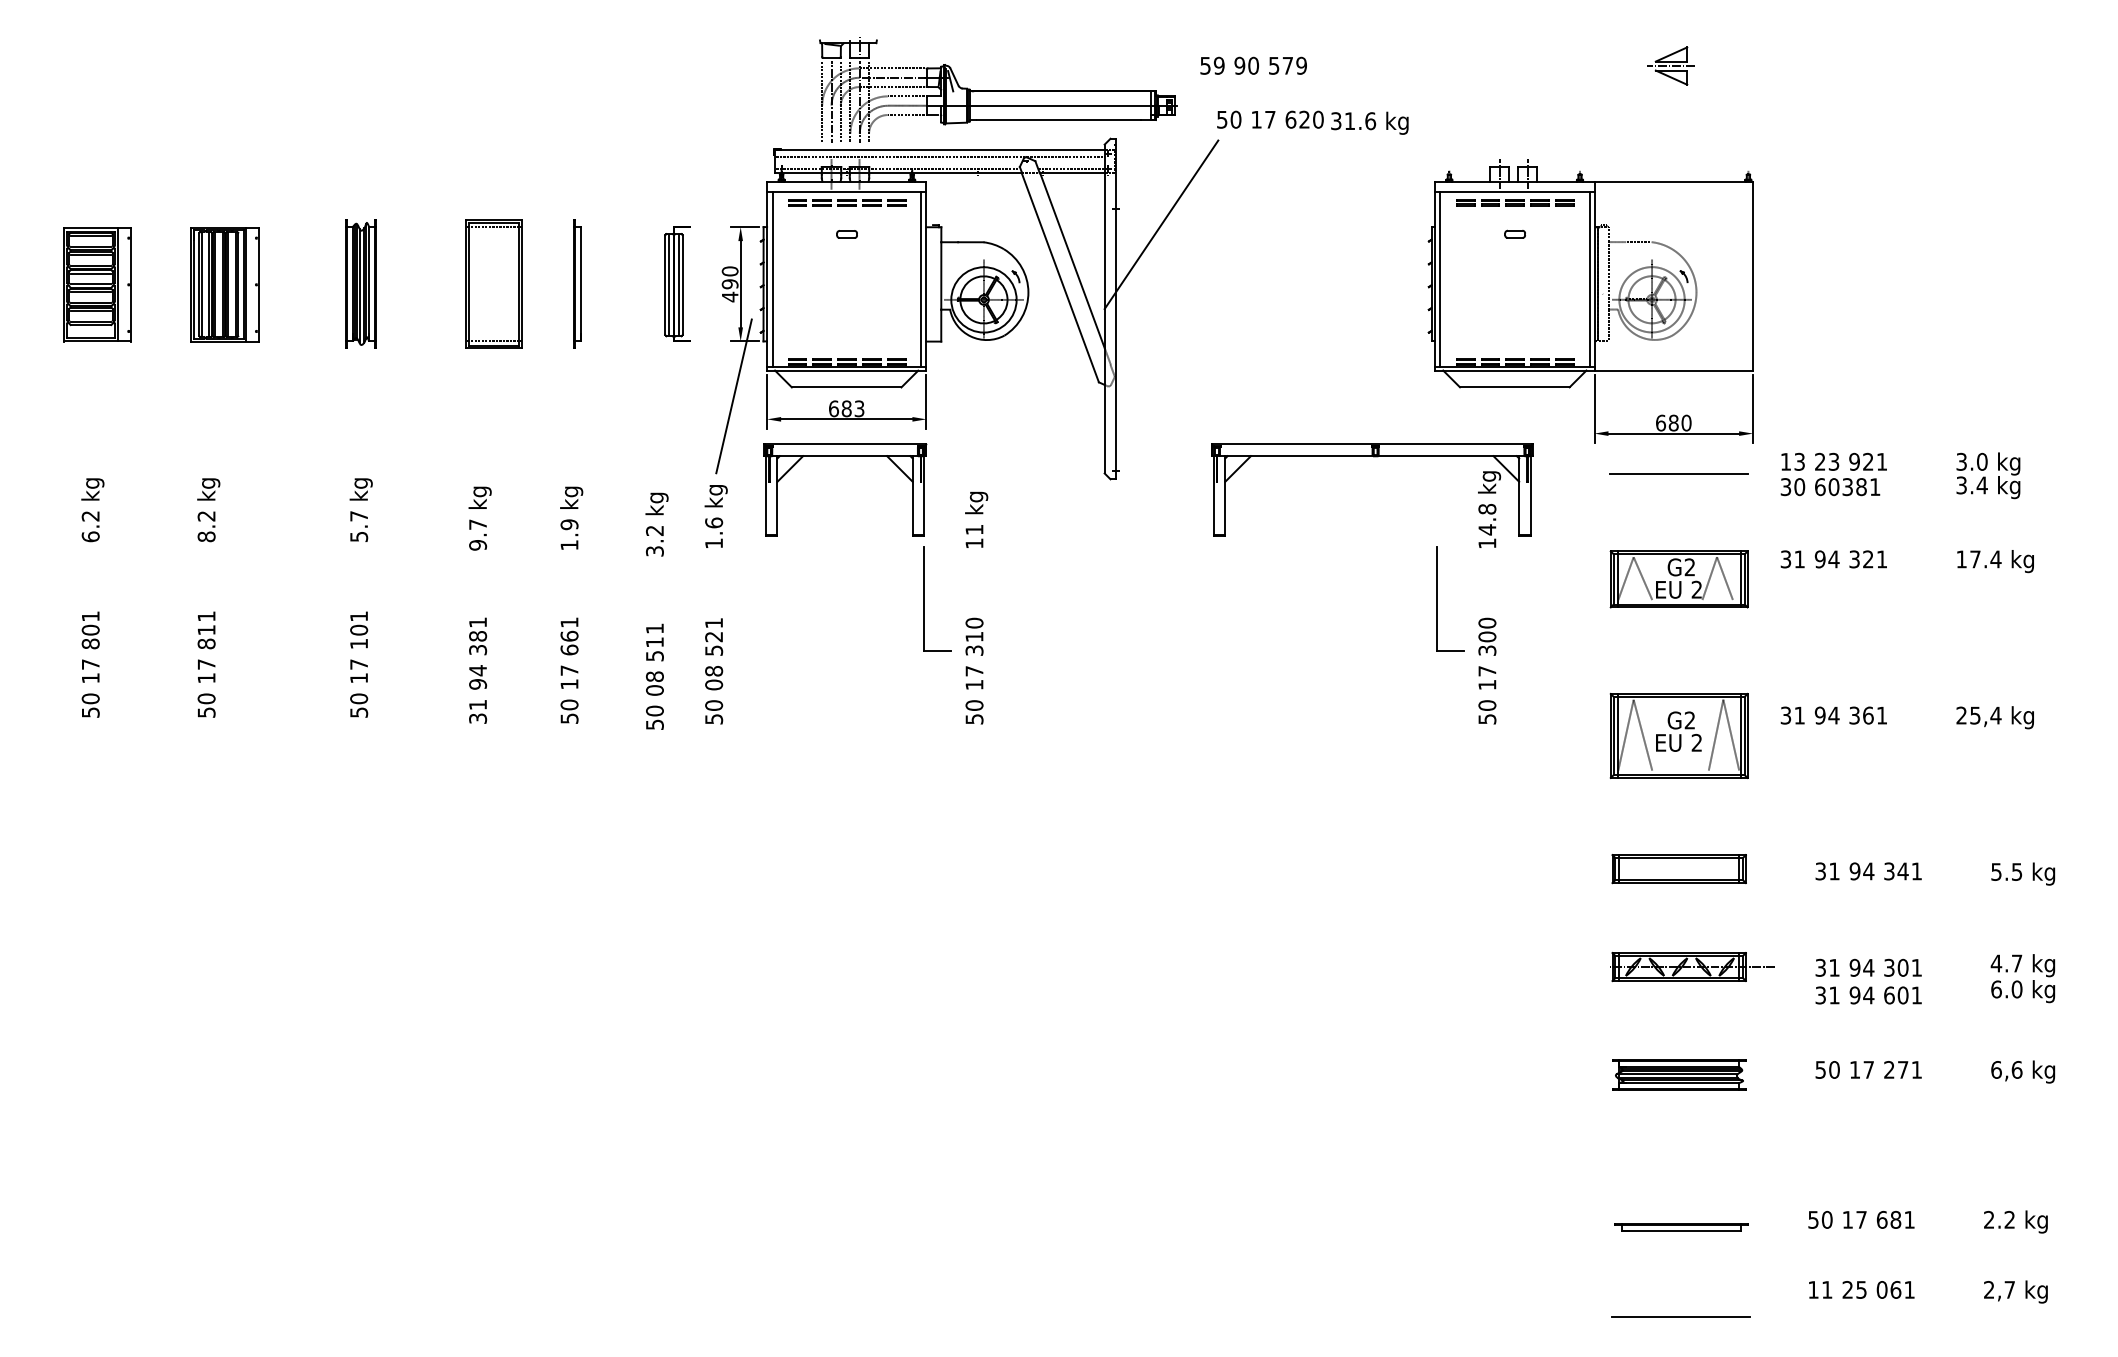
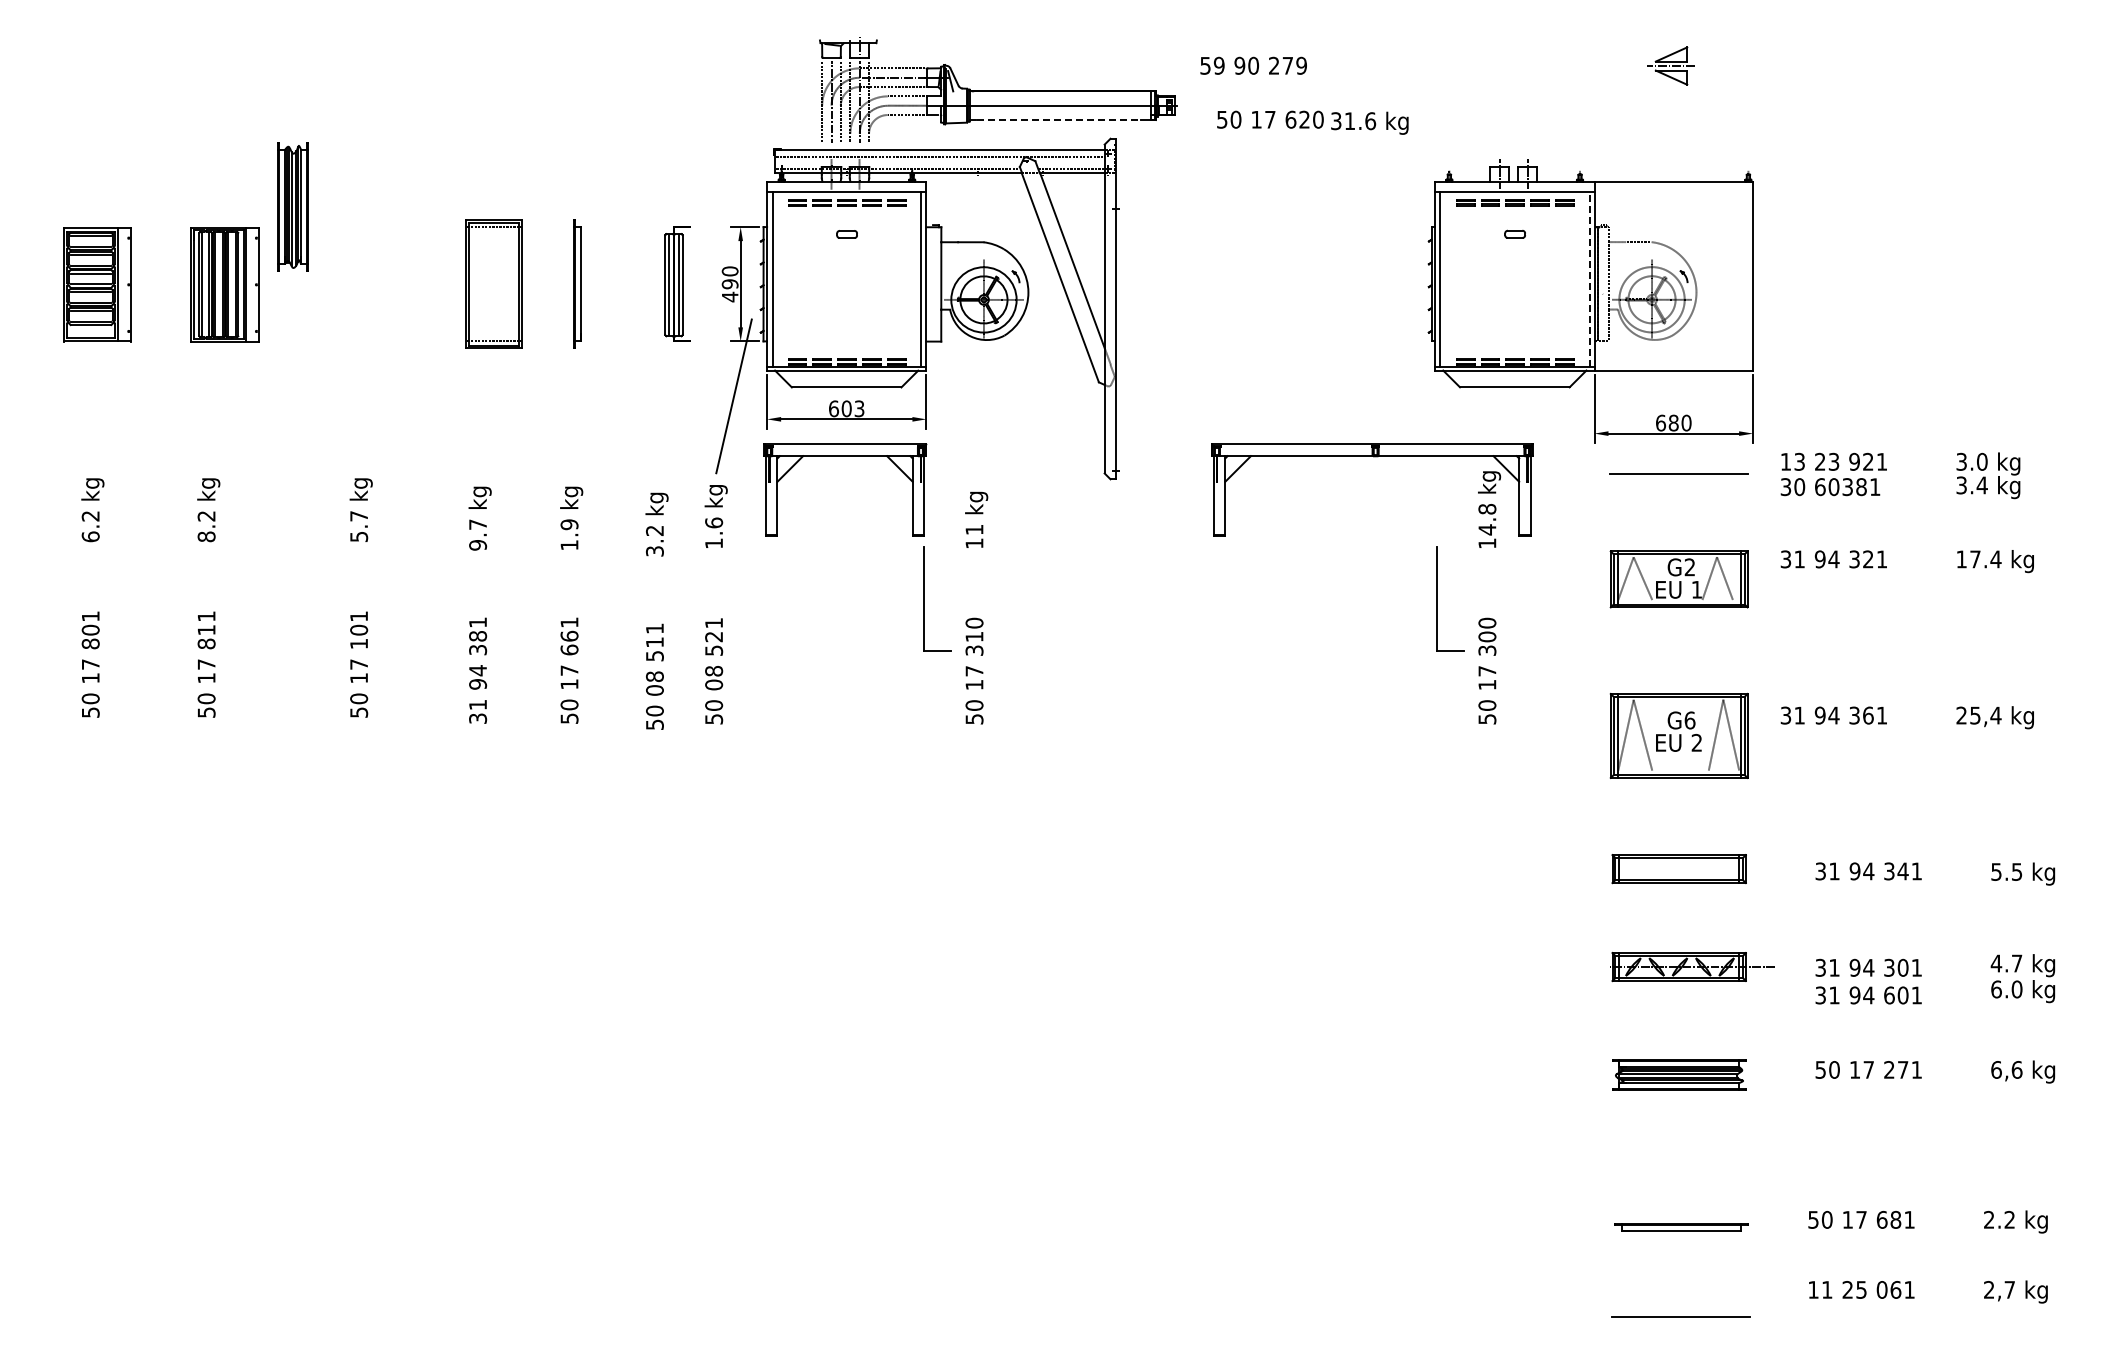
text at (1274, 65): 579 -> 279
line at (1059, 120): solid -> dashed
line at (1161, 224): present -> none
line at (1589, 279): solid -> dashed
part at (360, 283) position: (360, 283) -> (292, 206)
text at (846, 408): 683 -> 603
text at (1696, 589): 2 -> 1
text at (1689, 720): G2 -> G6
